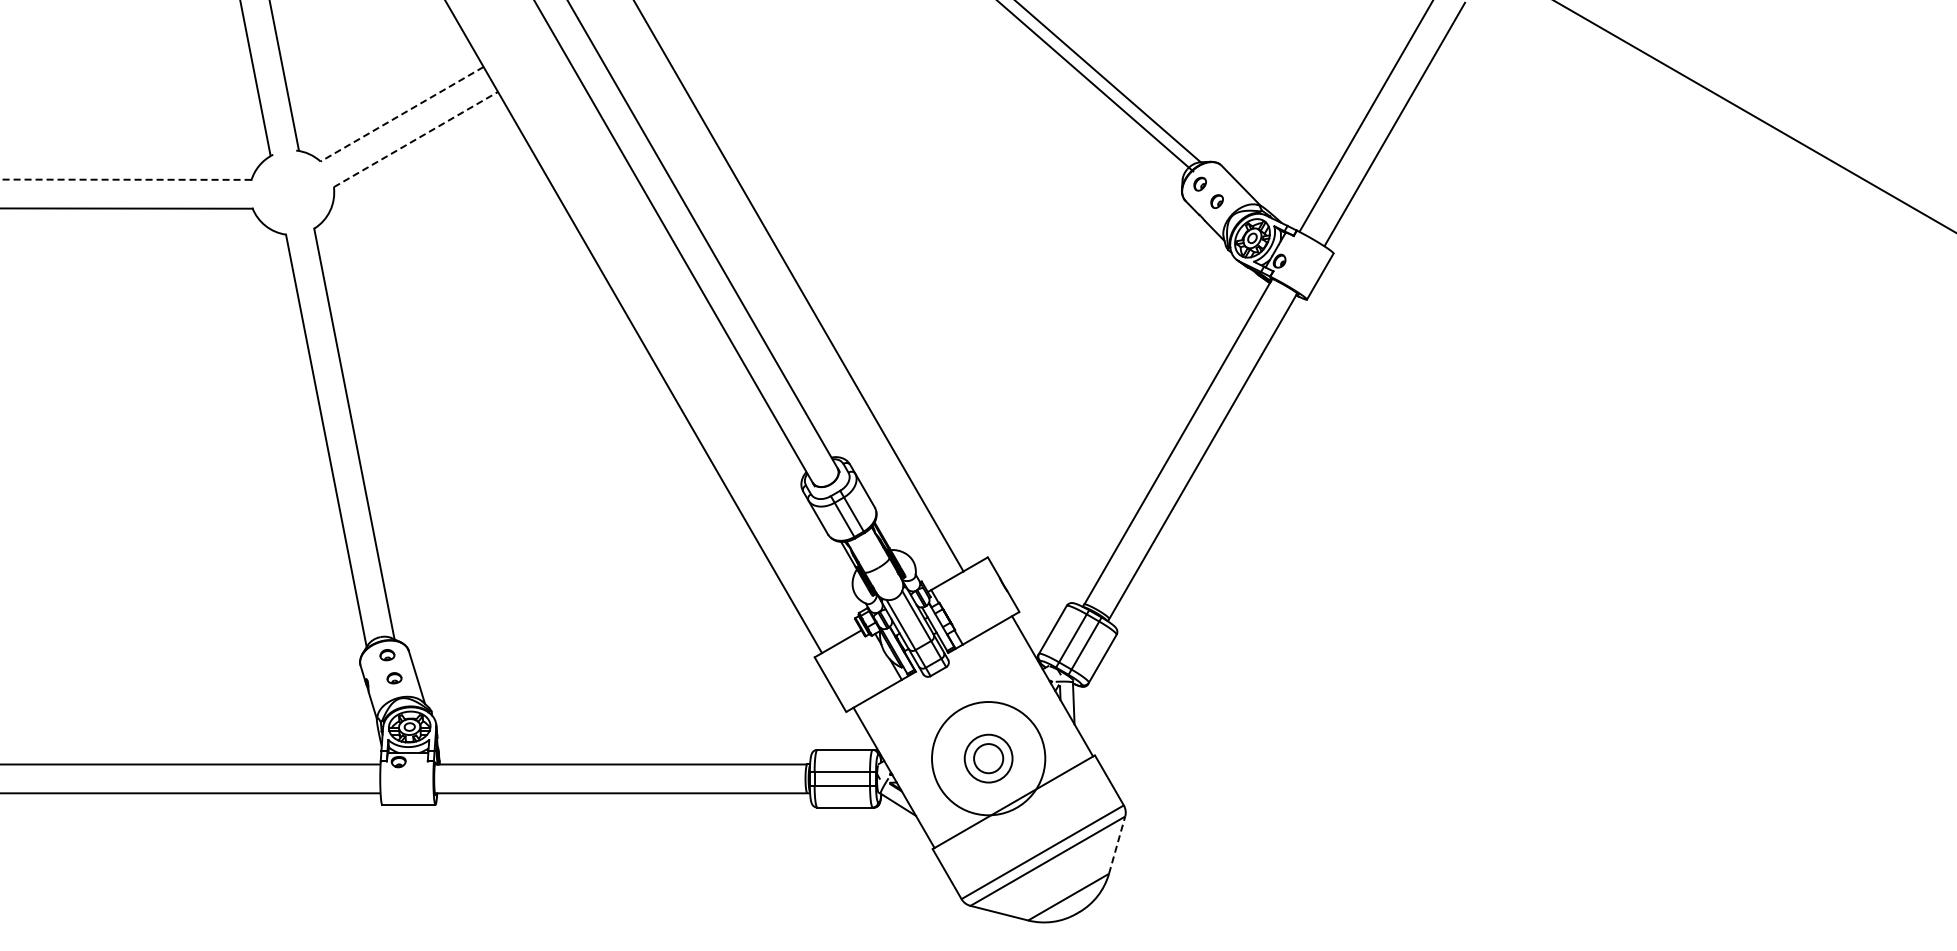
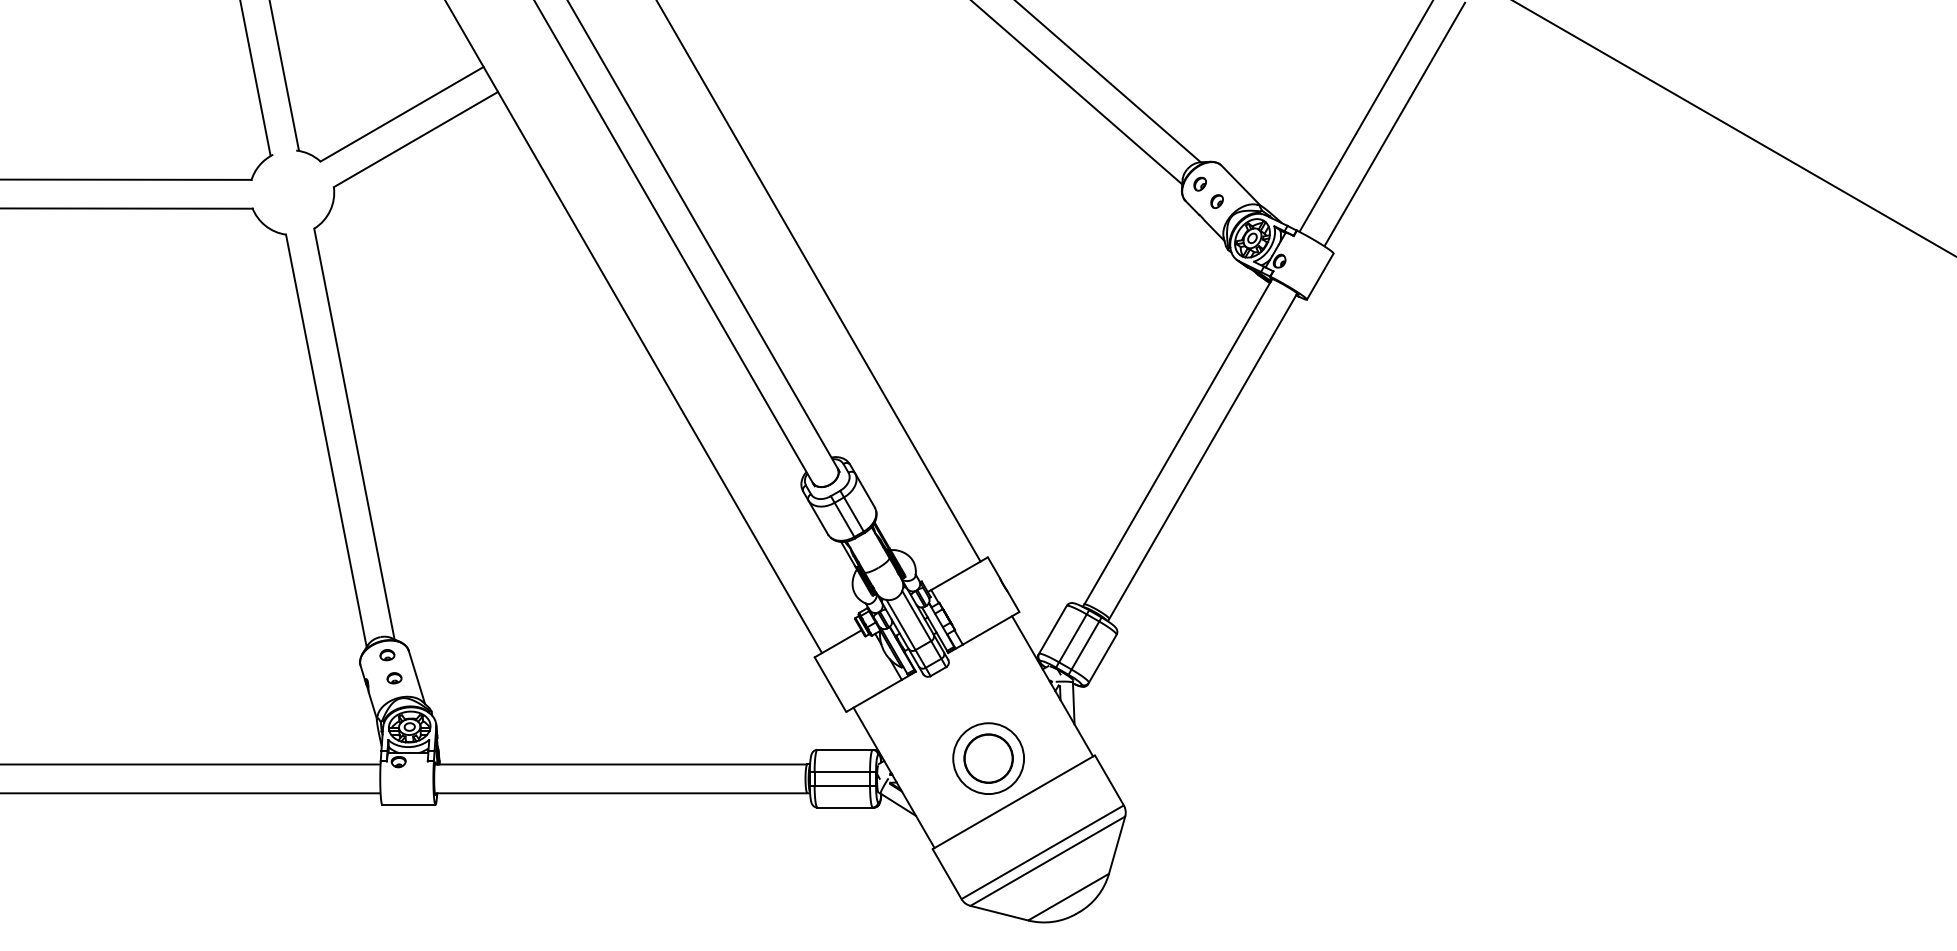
line at (1096, 86) position: (1096, 86) -> (1077, 93)
line at (401, 114): dashed -> solid
line at (1754, 116) position: (1754, 116) -> (1734, 128)
line at (415, 139): dashed -> solid
line at (125, 179): dashed -> solid
line at (798, 286) position: (798, 286) -> (818, 281)
circle at (988, 758) diameter: 113 px -> 71 px
circle at (988, 758) diameter: 29 px -> 49 px
line at (1117, 845): dashed -> solid
